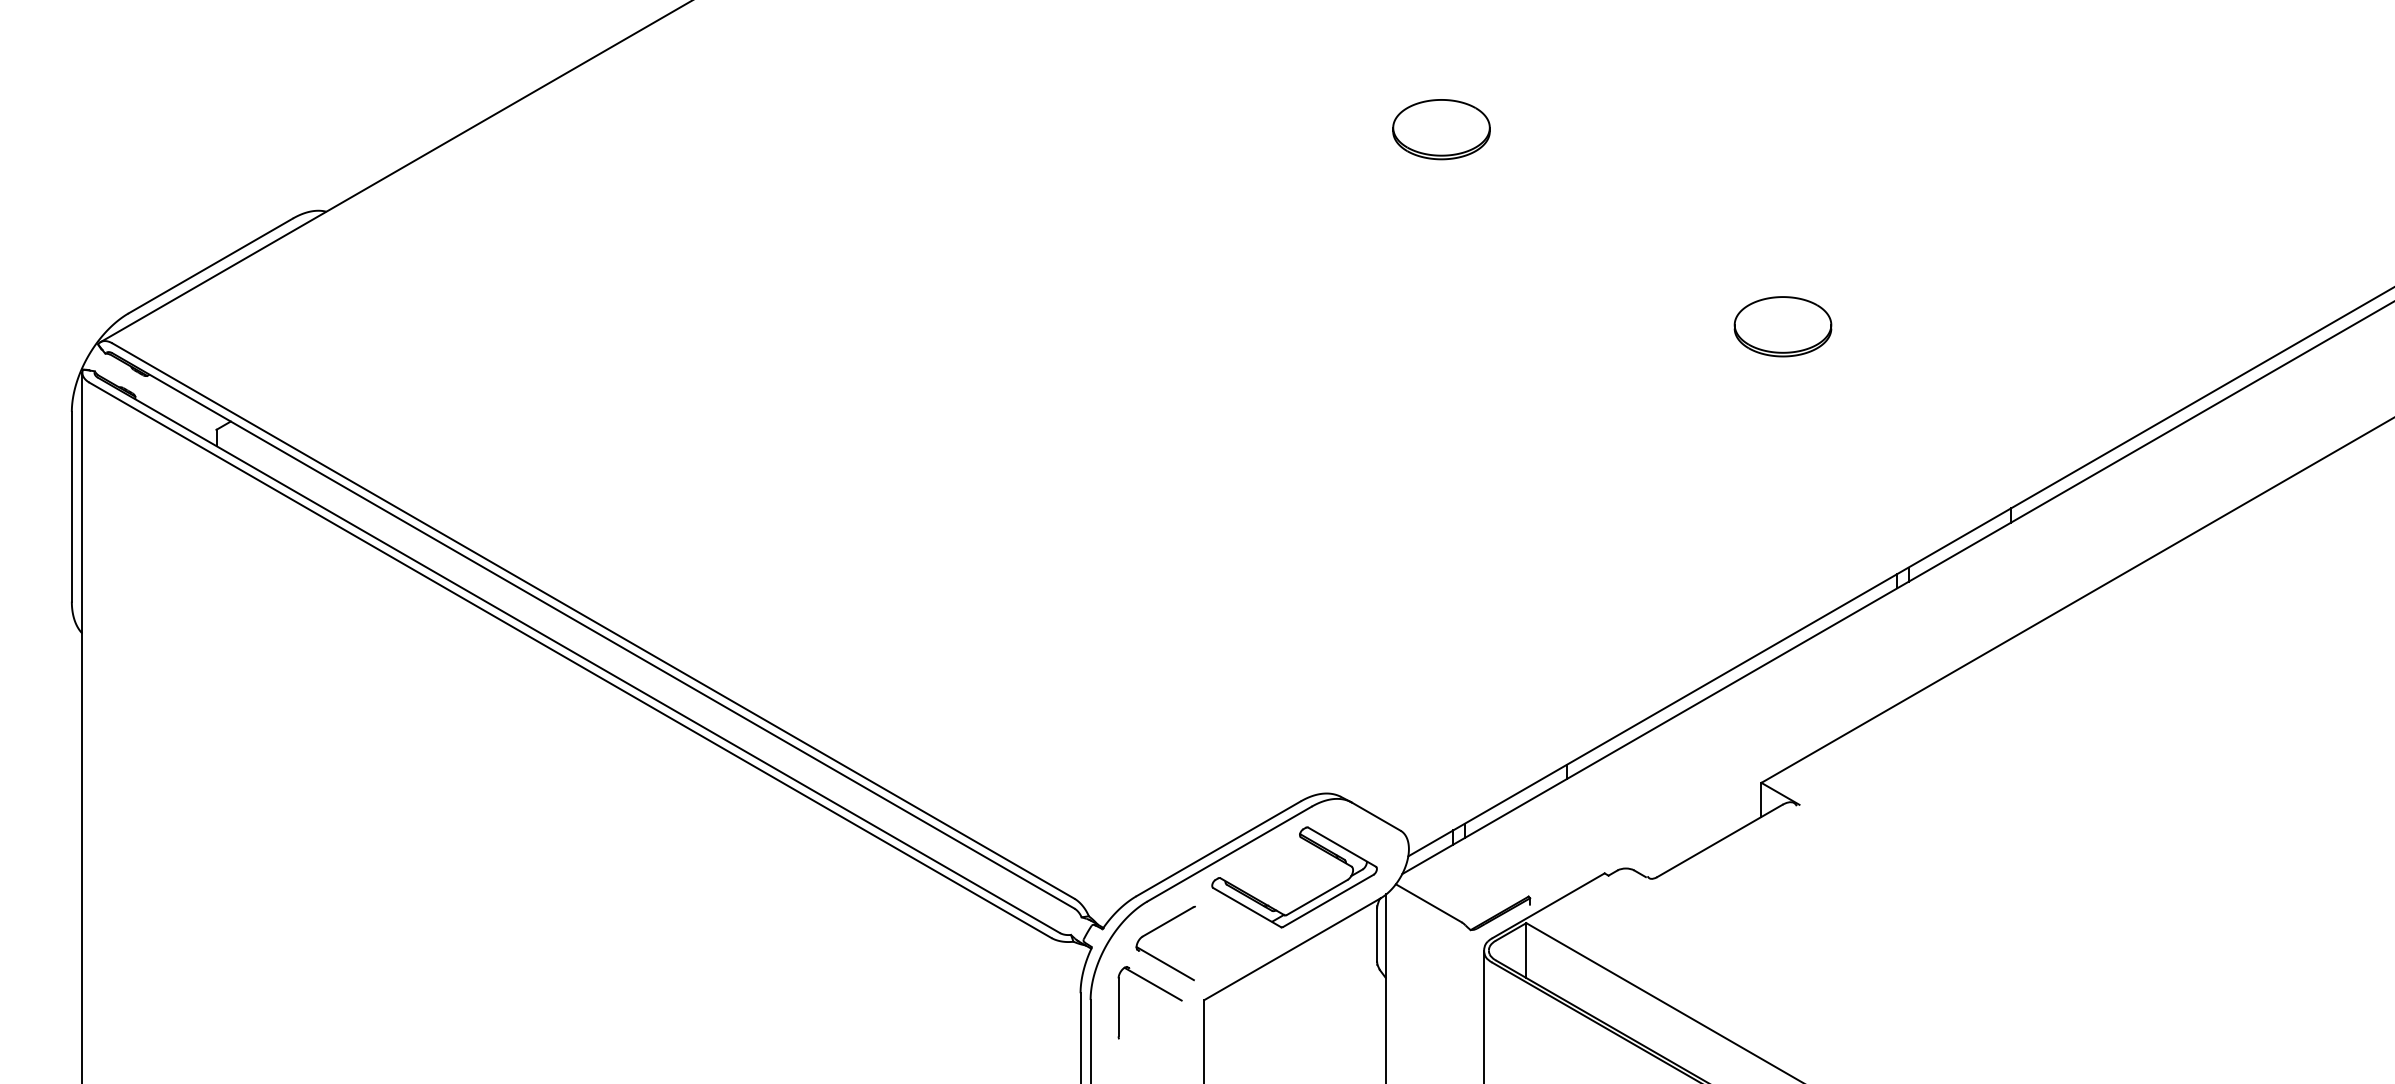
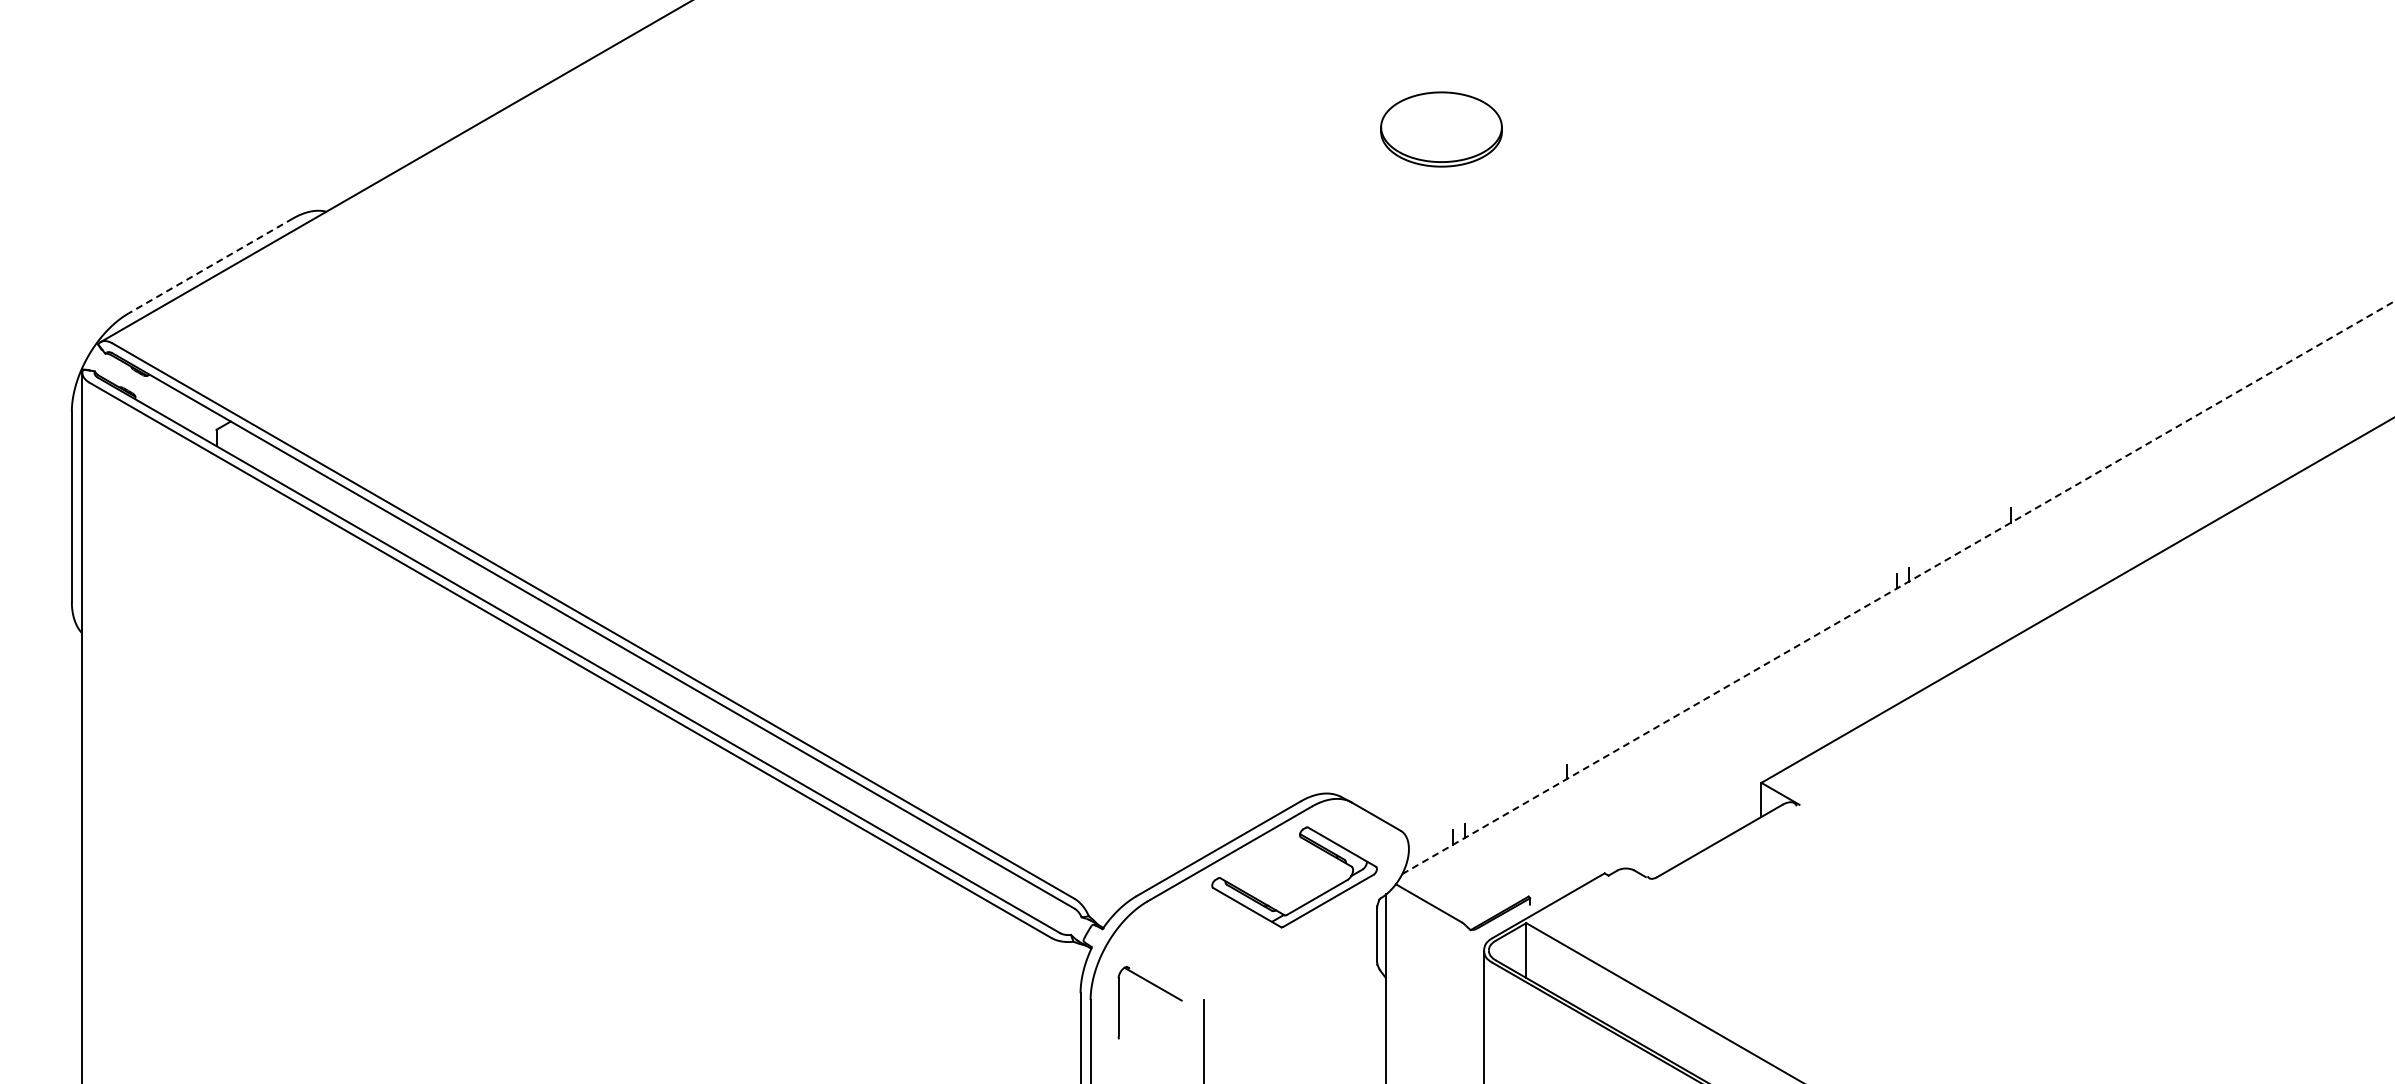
part at (1441, 129) size: 99x62 px -> 123x77 px
line at (210, 265): solid -> dashed
part at (1782, 326): present -> none
line at (1899, 572): present -> none
line at (1898, 587): solid -> dashed
part at (1157, 929): present -> none
line at (1292, 949): present -> none
